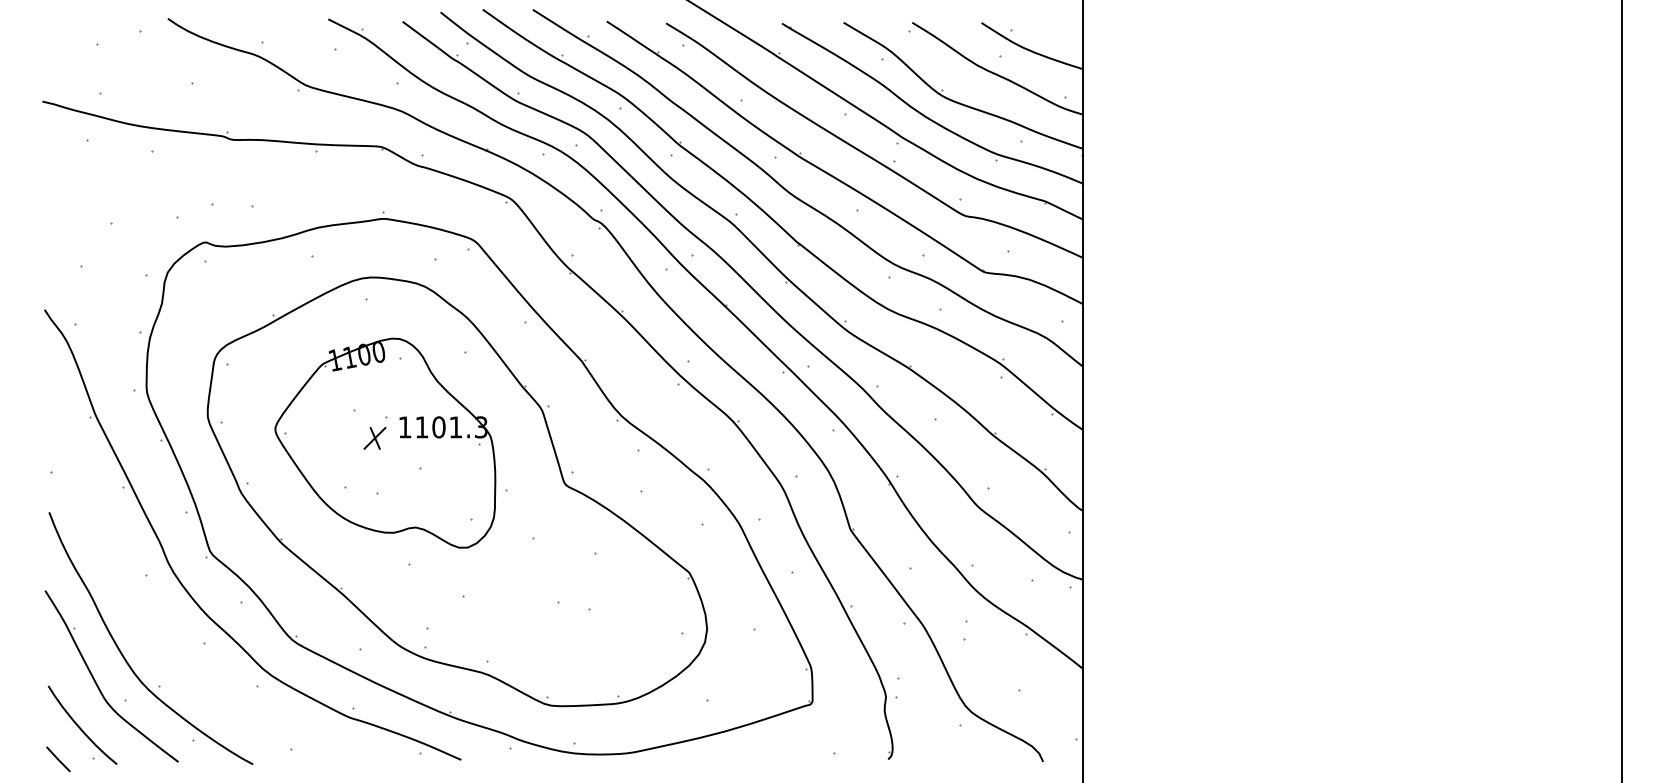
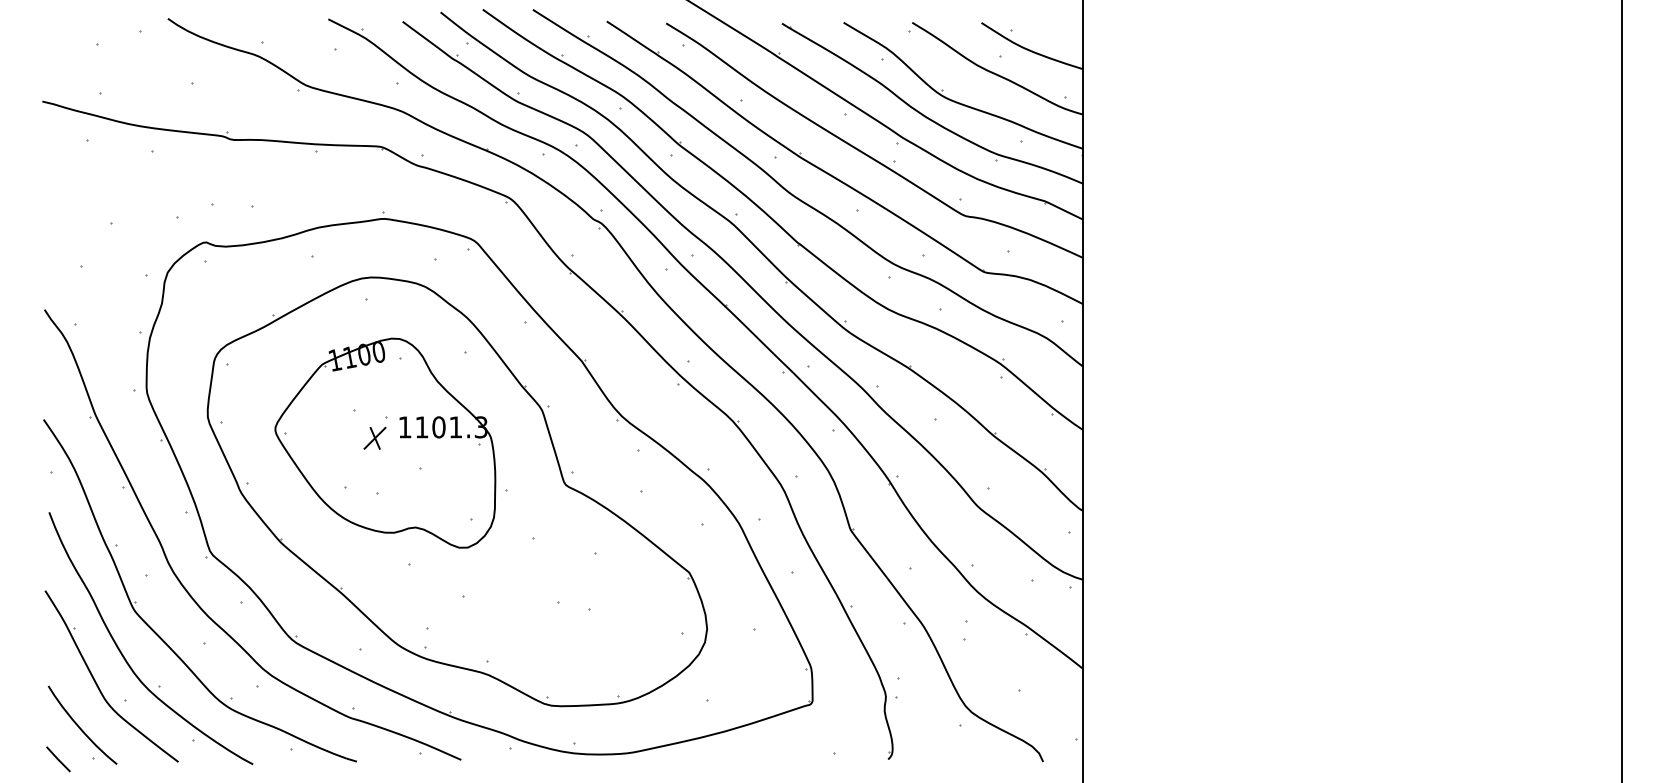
part at (156, 632): none -> present
